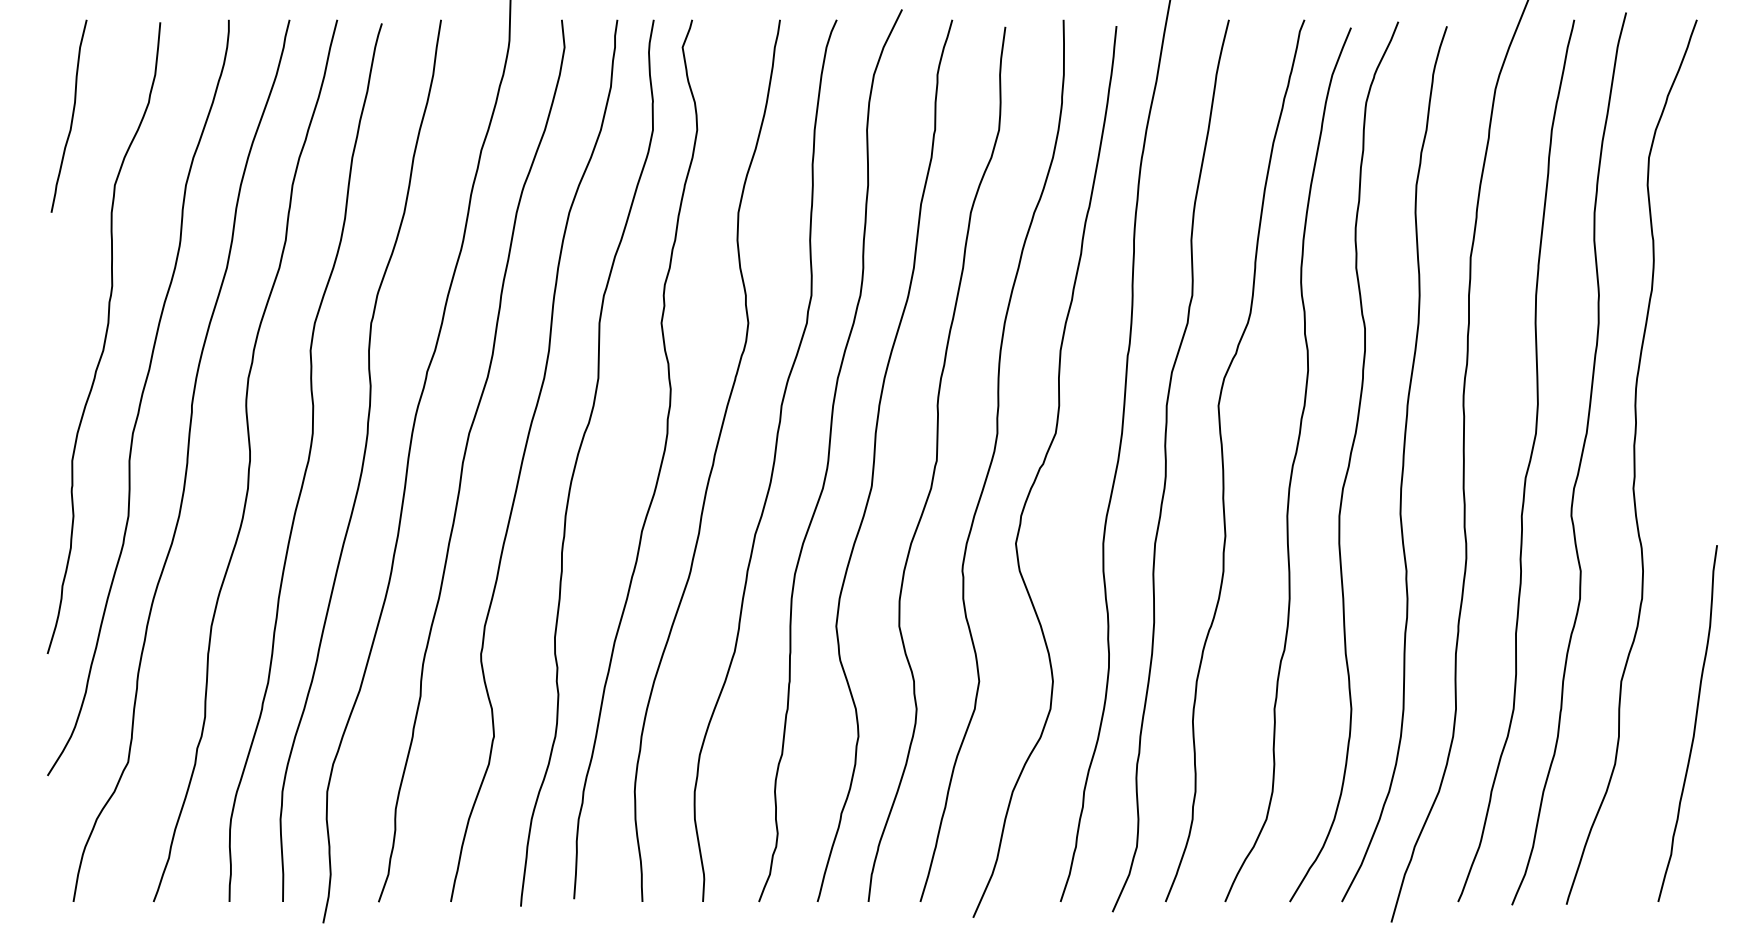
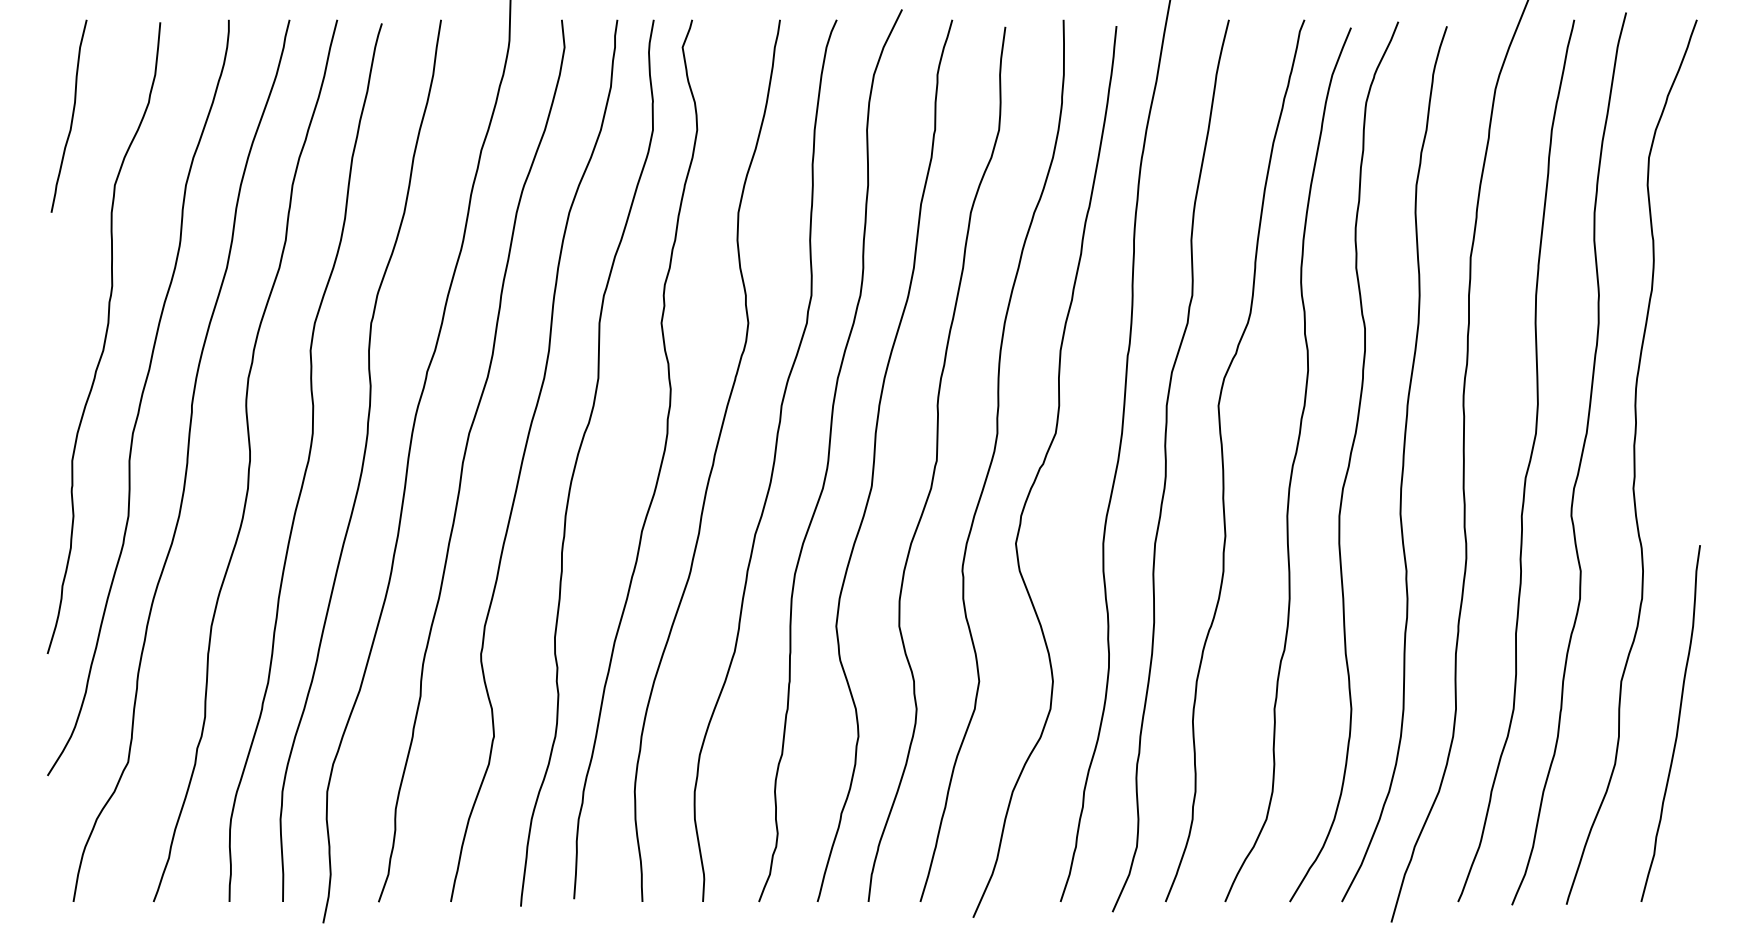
curve at (1694, 723) position: (1694, 723) -> (1677, 723)
